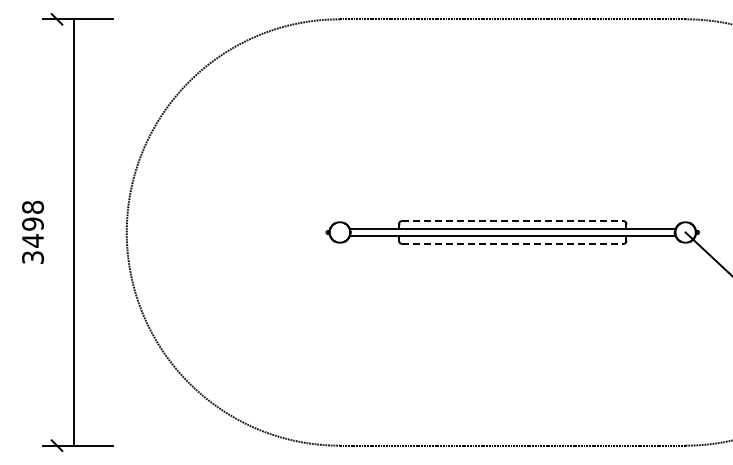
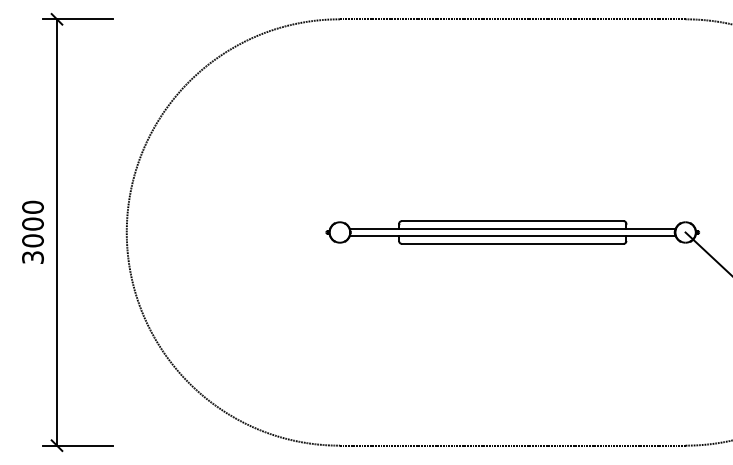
line at (512, 221): dashed -> solid
text at (32, 223): 3498 -> 3000
line at (74, 232) position: (74, 232) -> (57, 232)
line at (512, 243): dashed -> solid
